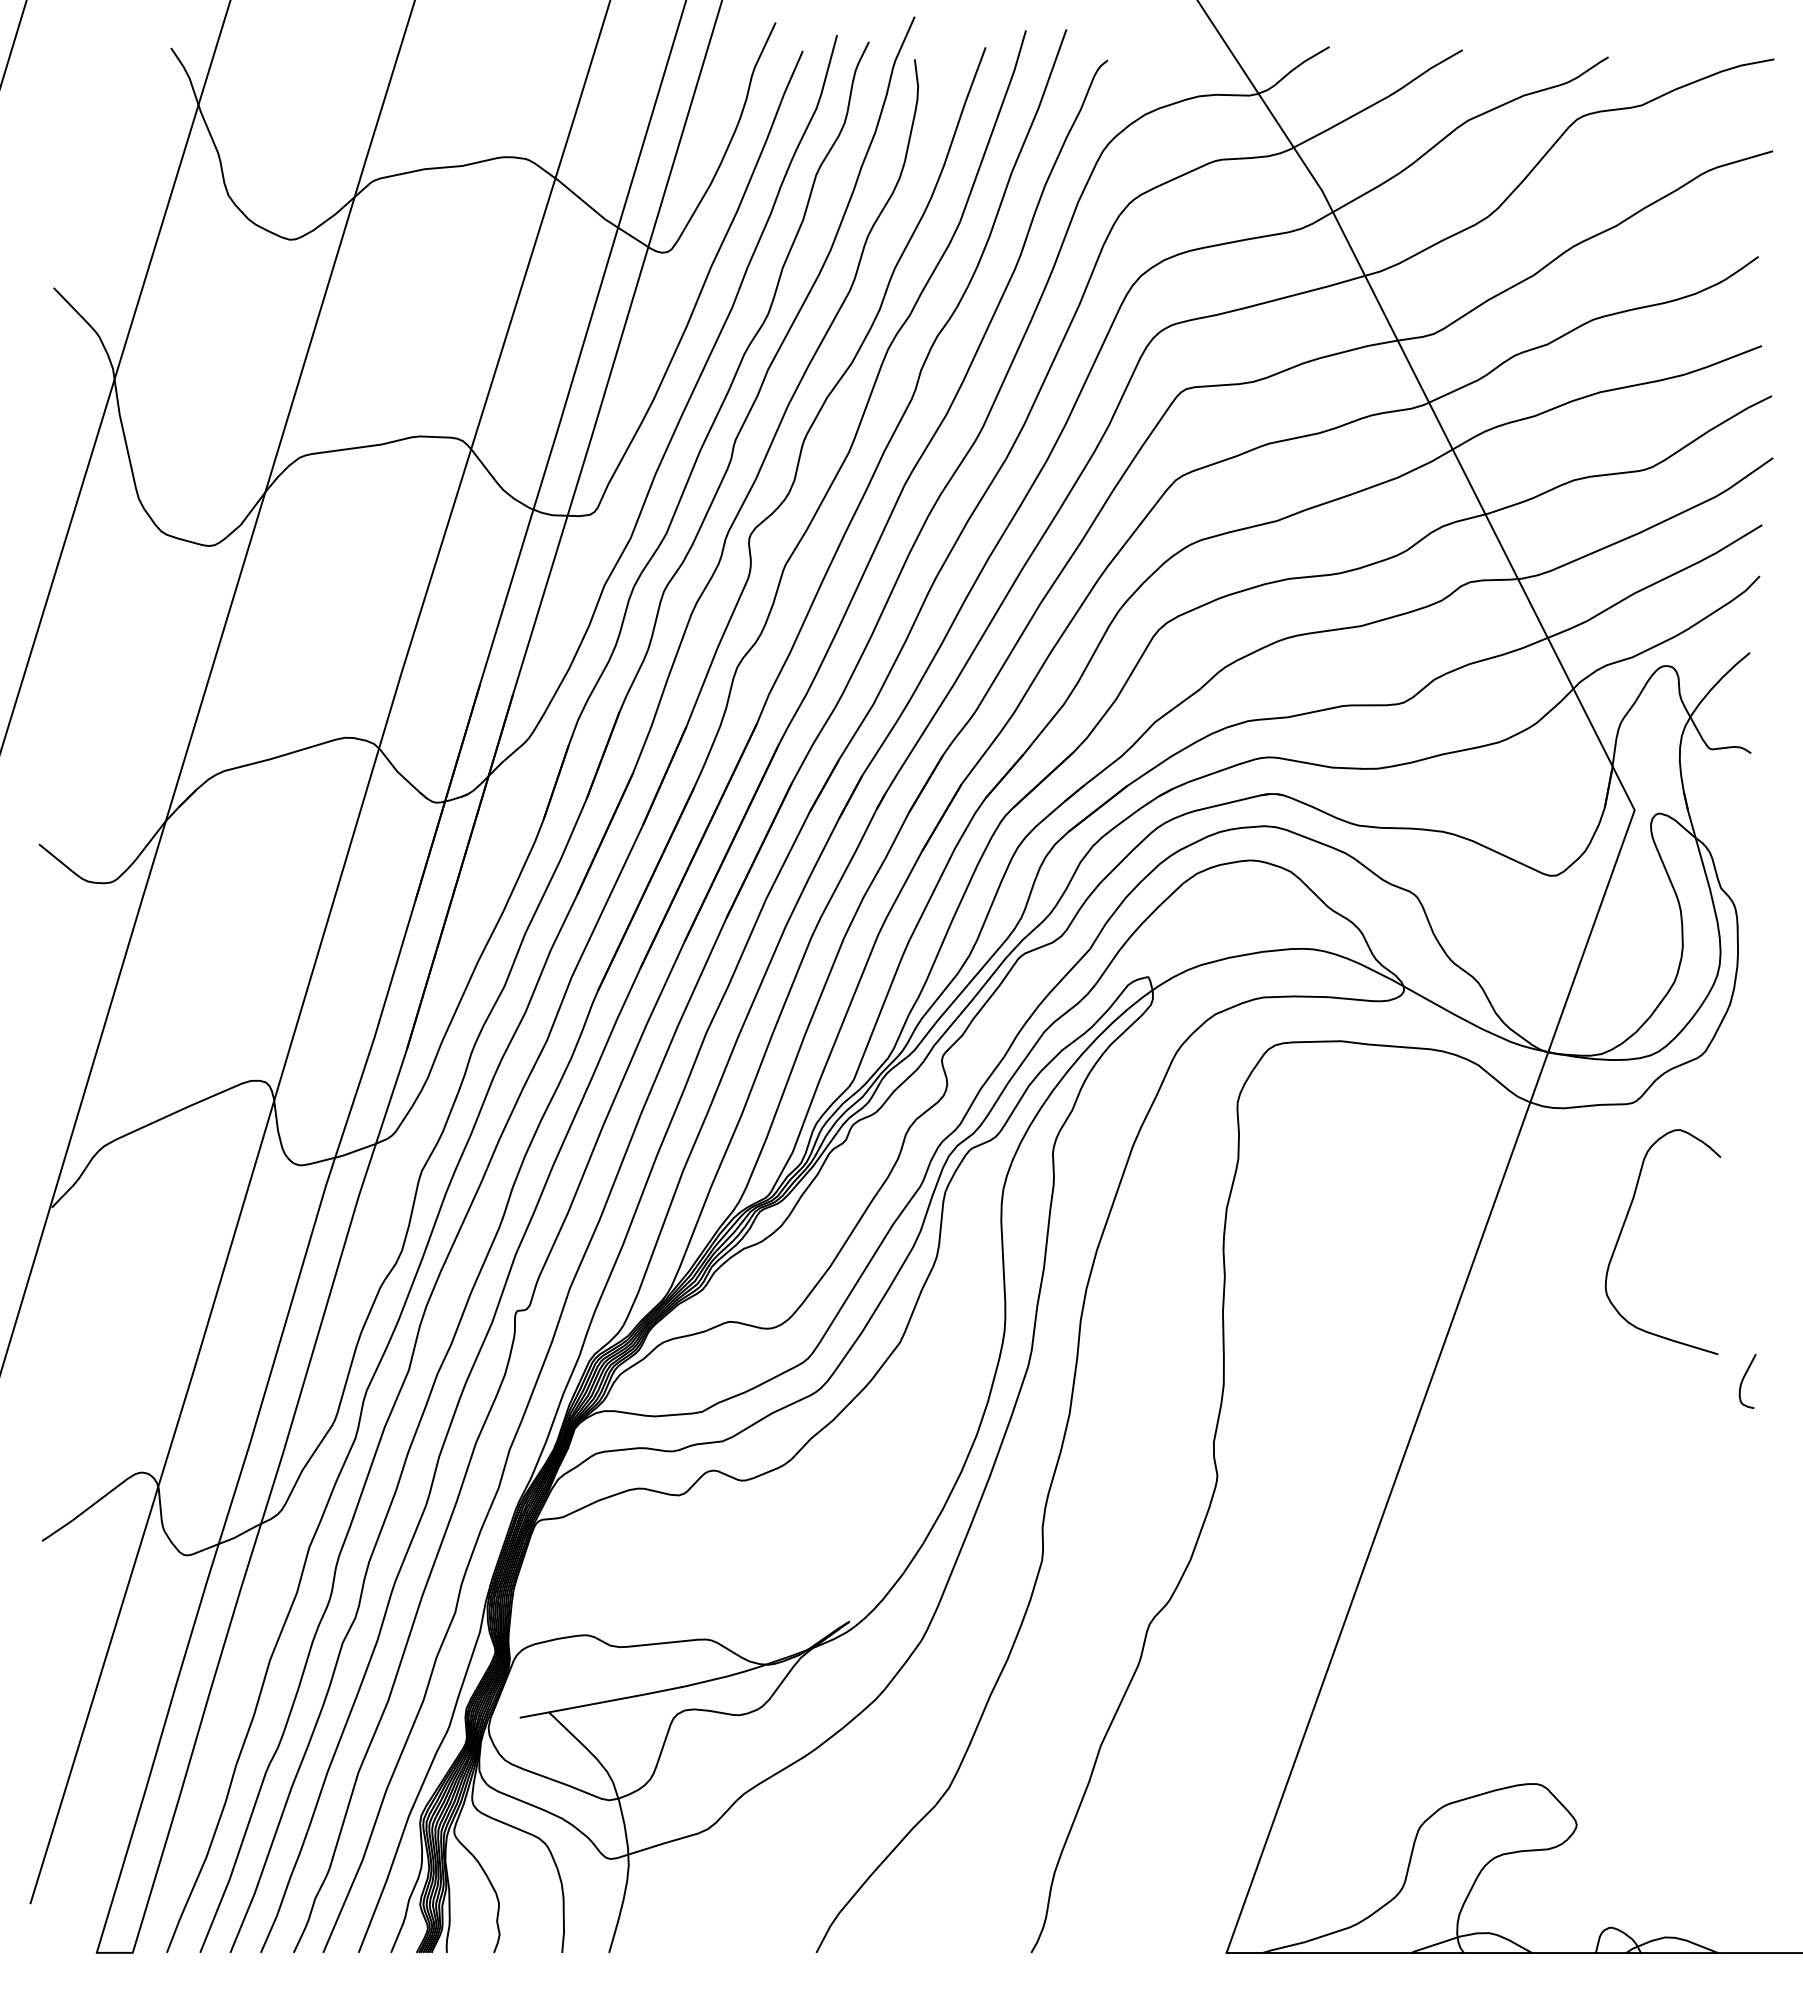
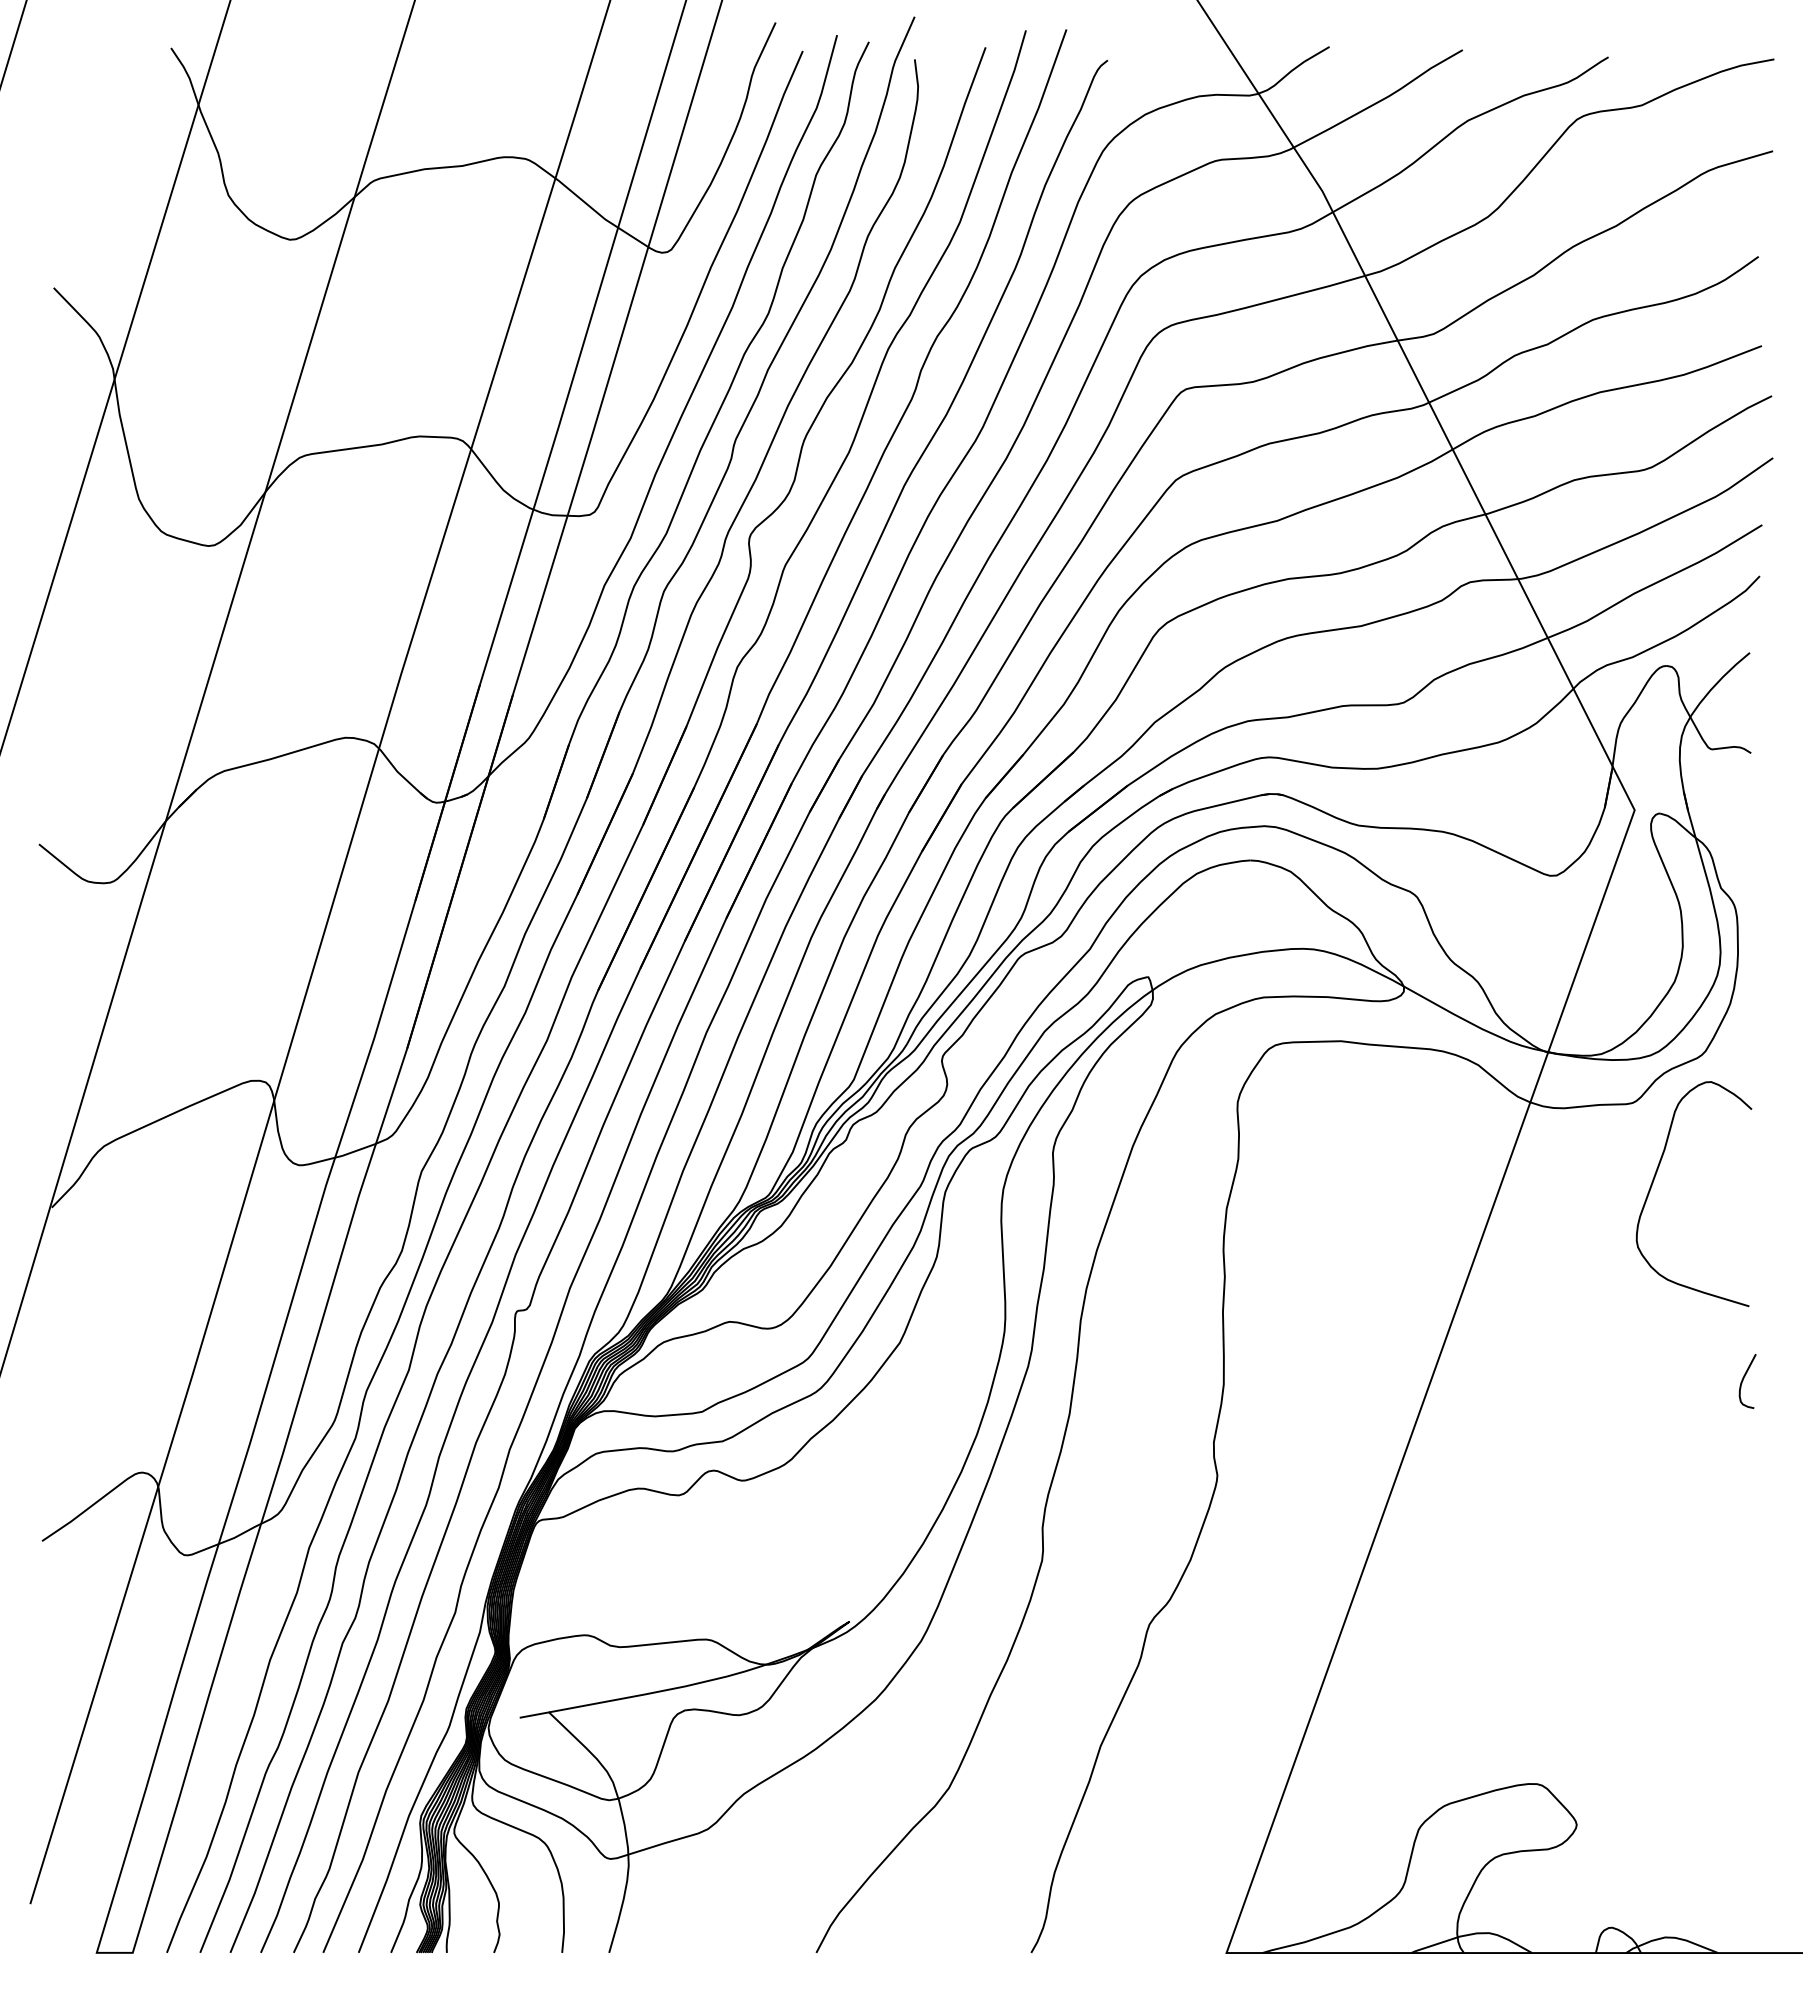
curve at (1623, 1228) position: (1623, 1228) -> (1654, 1180)
